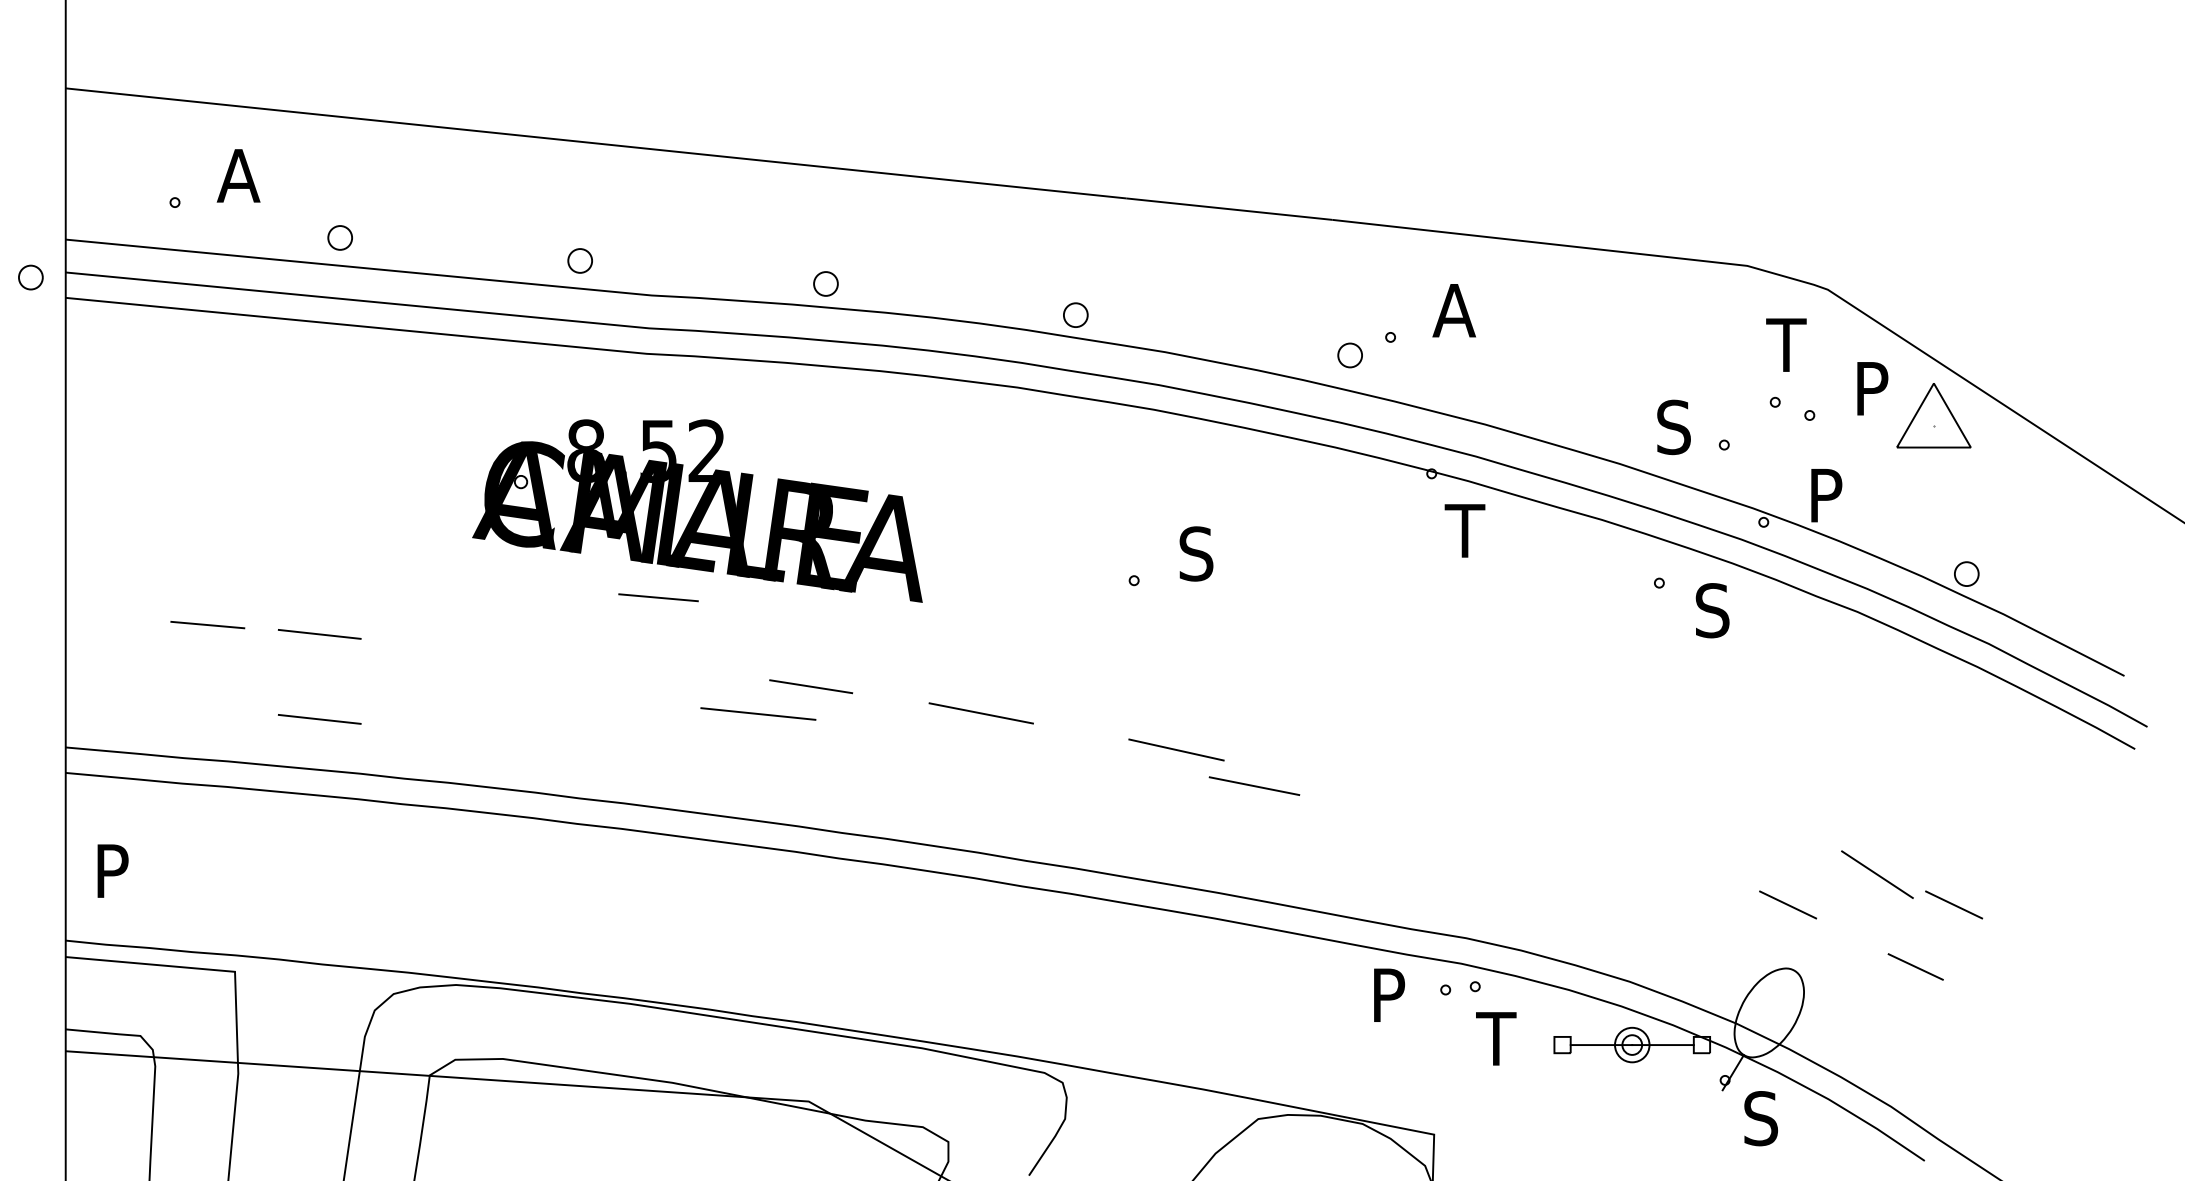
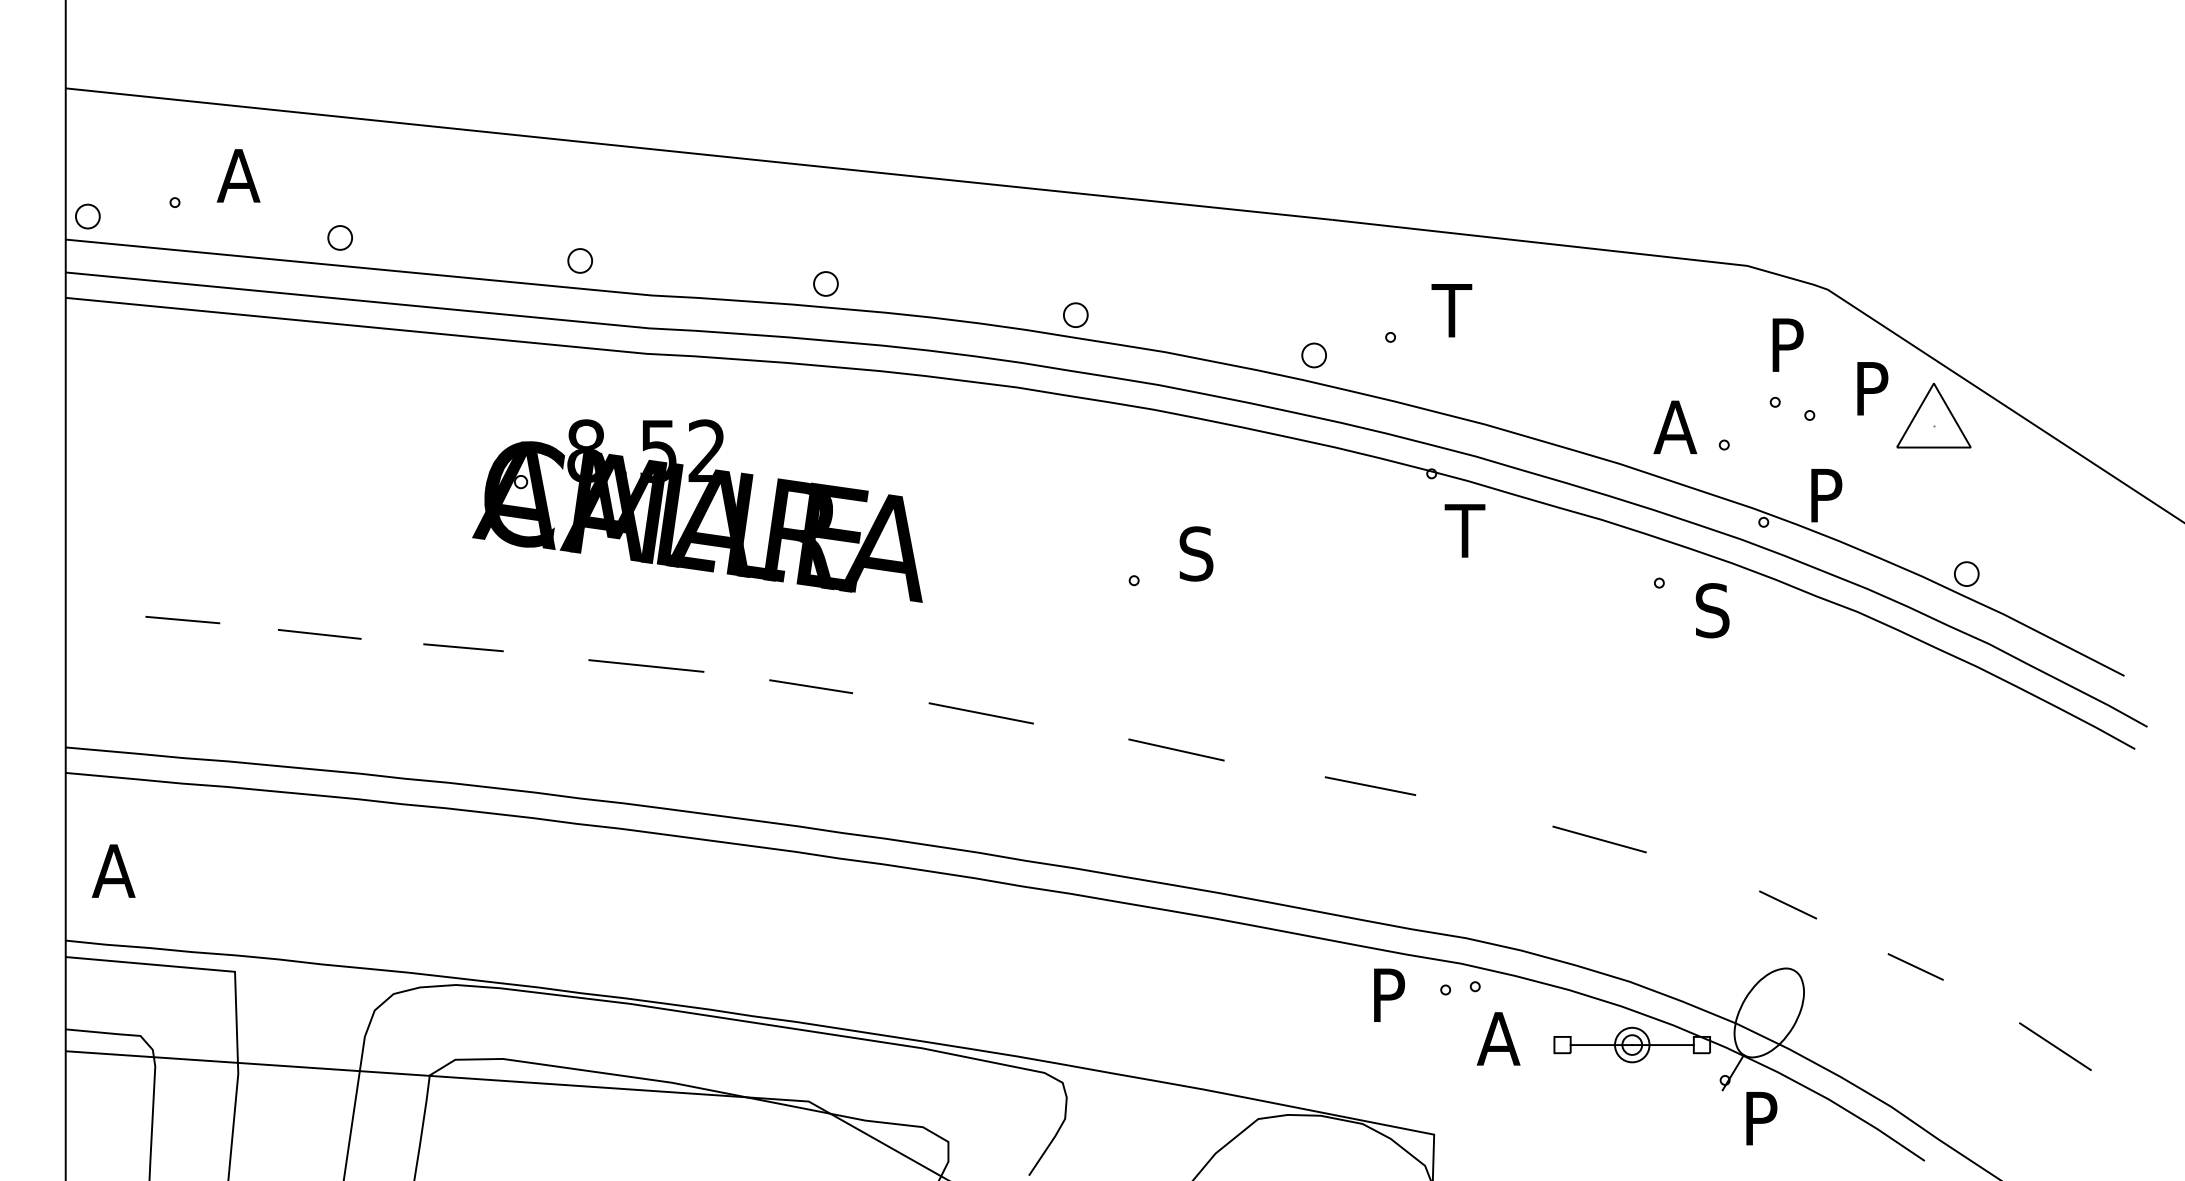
part at (30, 277) position: (30, 277) -> (87, 216)
text at (1453, 310): A -> T
text at (1786, 344): T -> P
part at (1349, 355) position: (1349, 355) -> (1313, 355)
text at (1675, 427): S -> A
line at (658, 597) position: (658, 597) -> (463, 647)
line at (207, 625) position: (207, 625) -> (182, 620)
line at (758, 713) position: (758, 713) -> (646, 665)
line at (319, 719): present -> none
line at (1254, 785) position: (1254, 785) -> (1370, 785)
line at (1599, 839): none -> present
text at (113, 870): P -> A
line at (1877, 874) position: (1877, 874) -> (2055, 1046)
line at (1954, 904): present -> none
text at (1498, 1038): T -> A
text at (1761, 1118): S -> P
